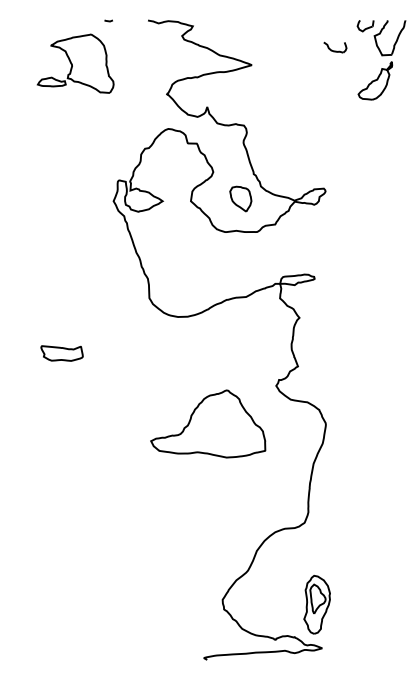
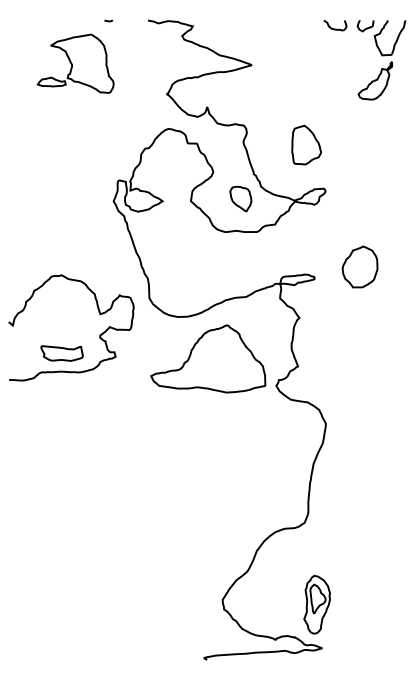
part at (335, 47) position: (335, 47) -> (335, 25)
part at (306, 144): none -> present
part at (359, 266): none -> present
curve at (99, 334): none -> present
part at (208, 423) position: (208, 423) -> (208, 358)
